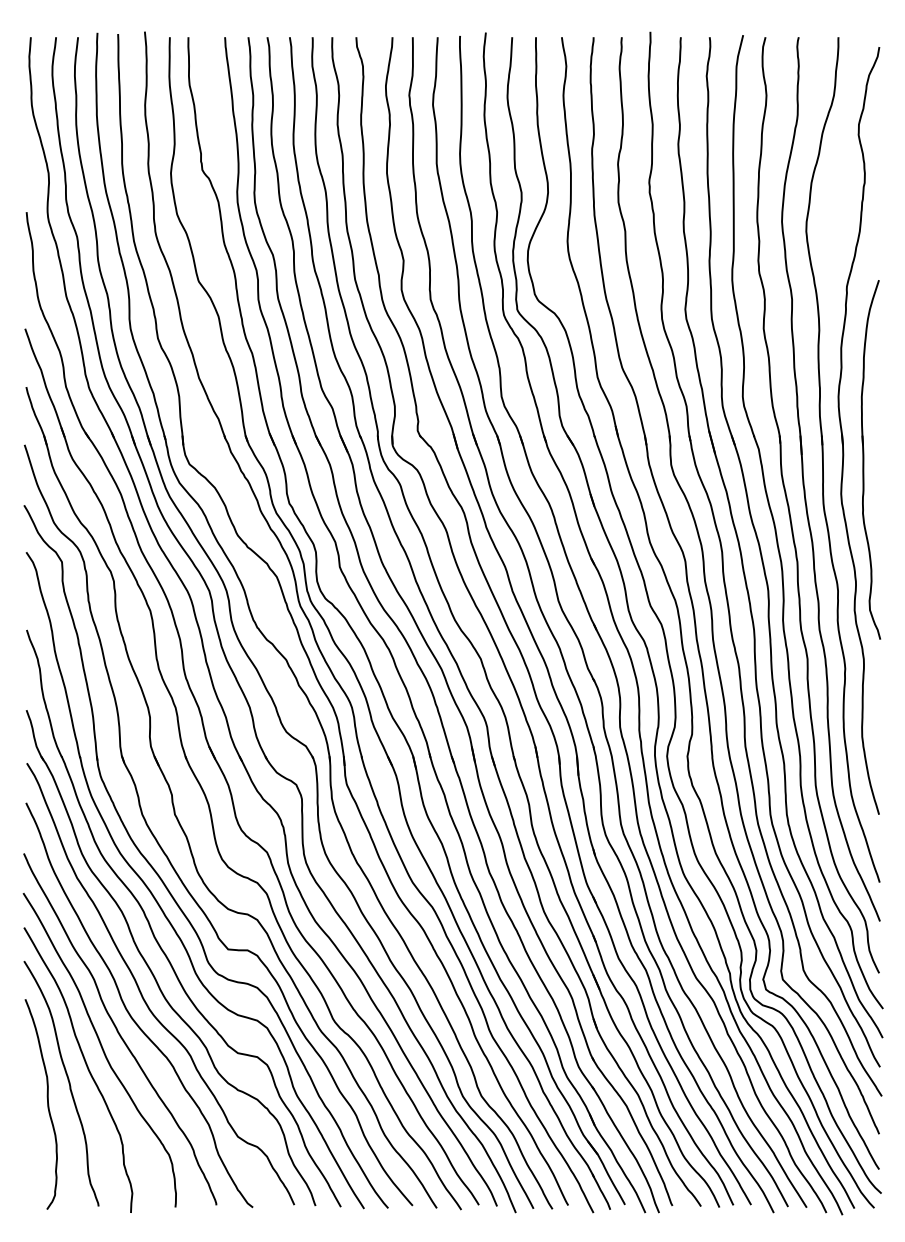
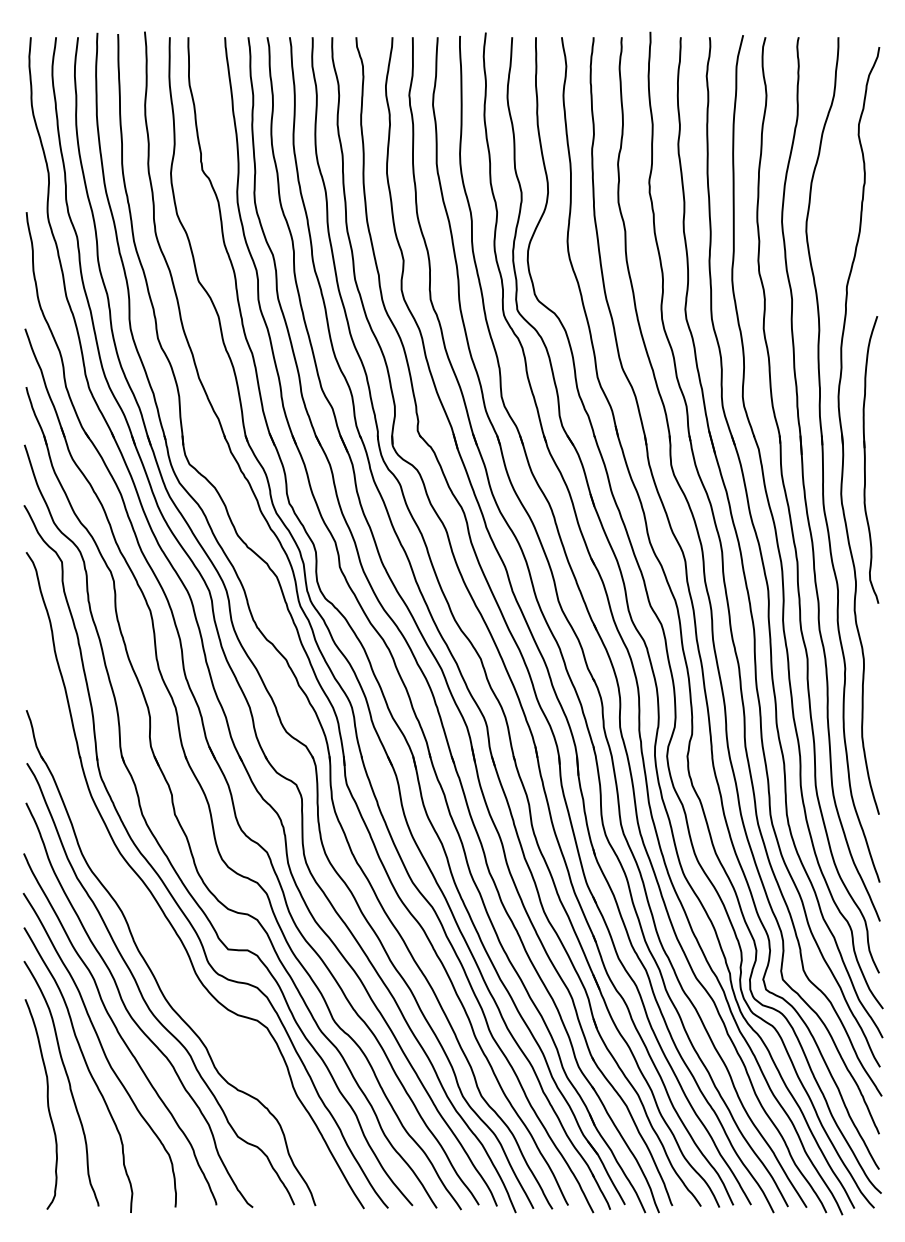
part at (870, 459) size: 22x360 px -> 18x288 px
part at (153, 931): present -> none
